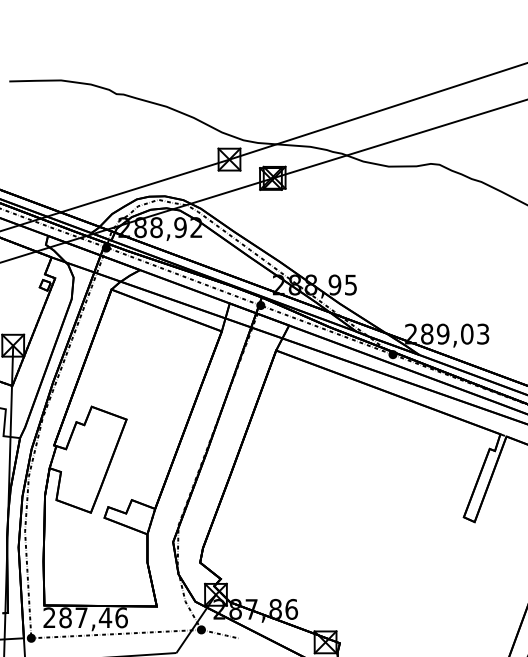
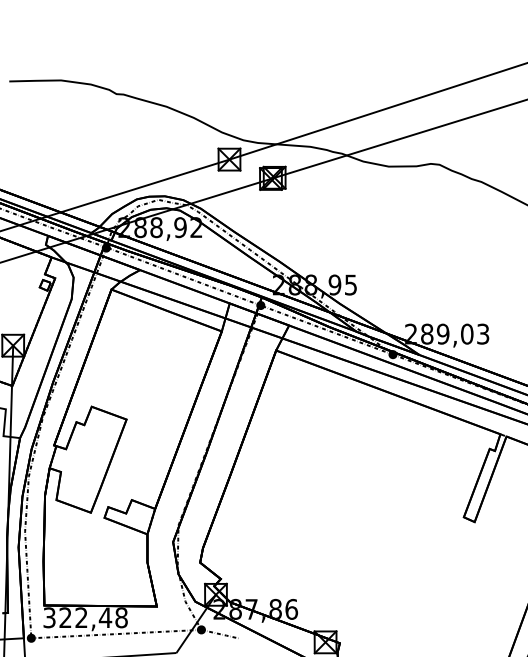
text at (85, 617): 287,46 -> 322,48
